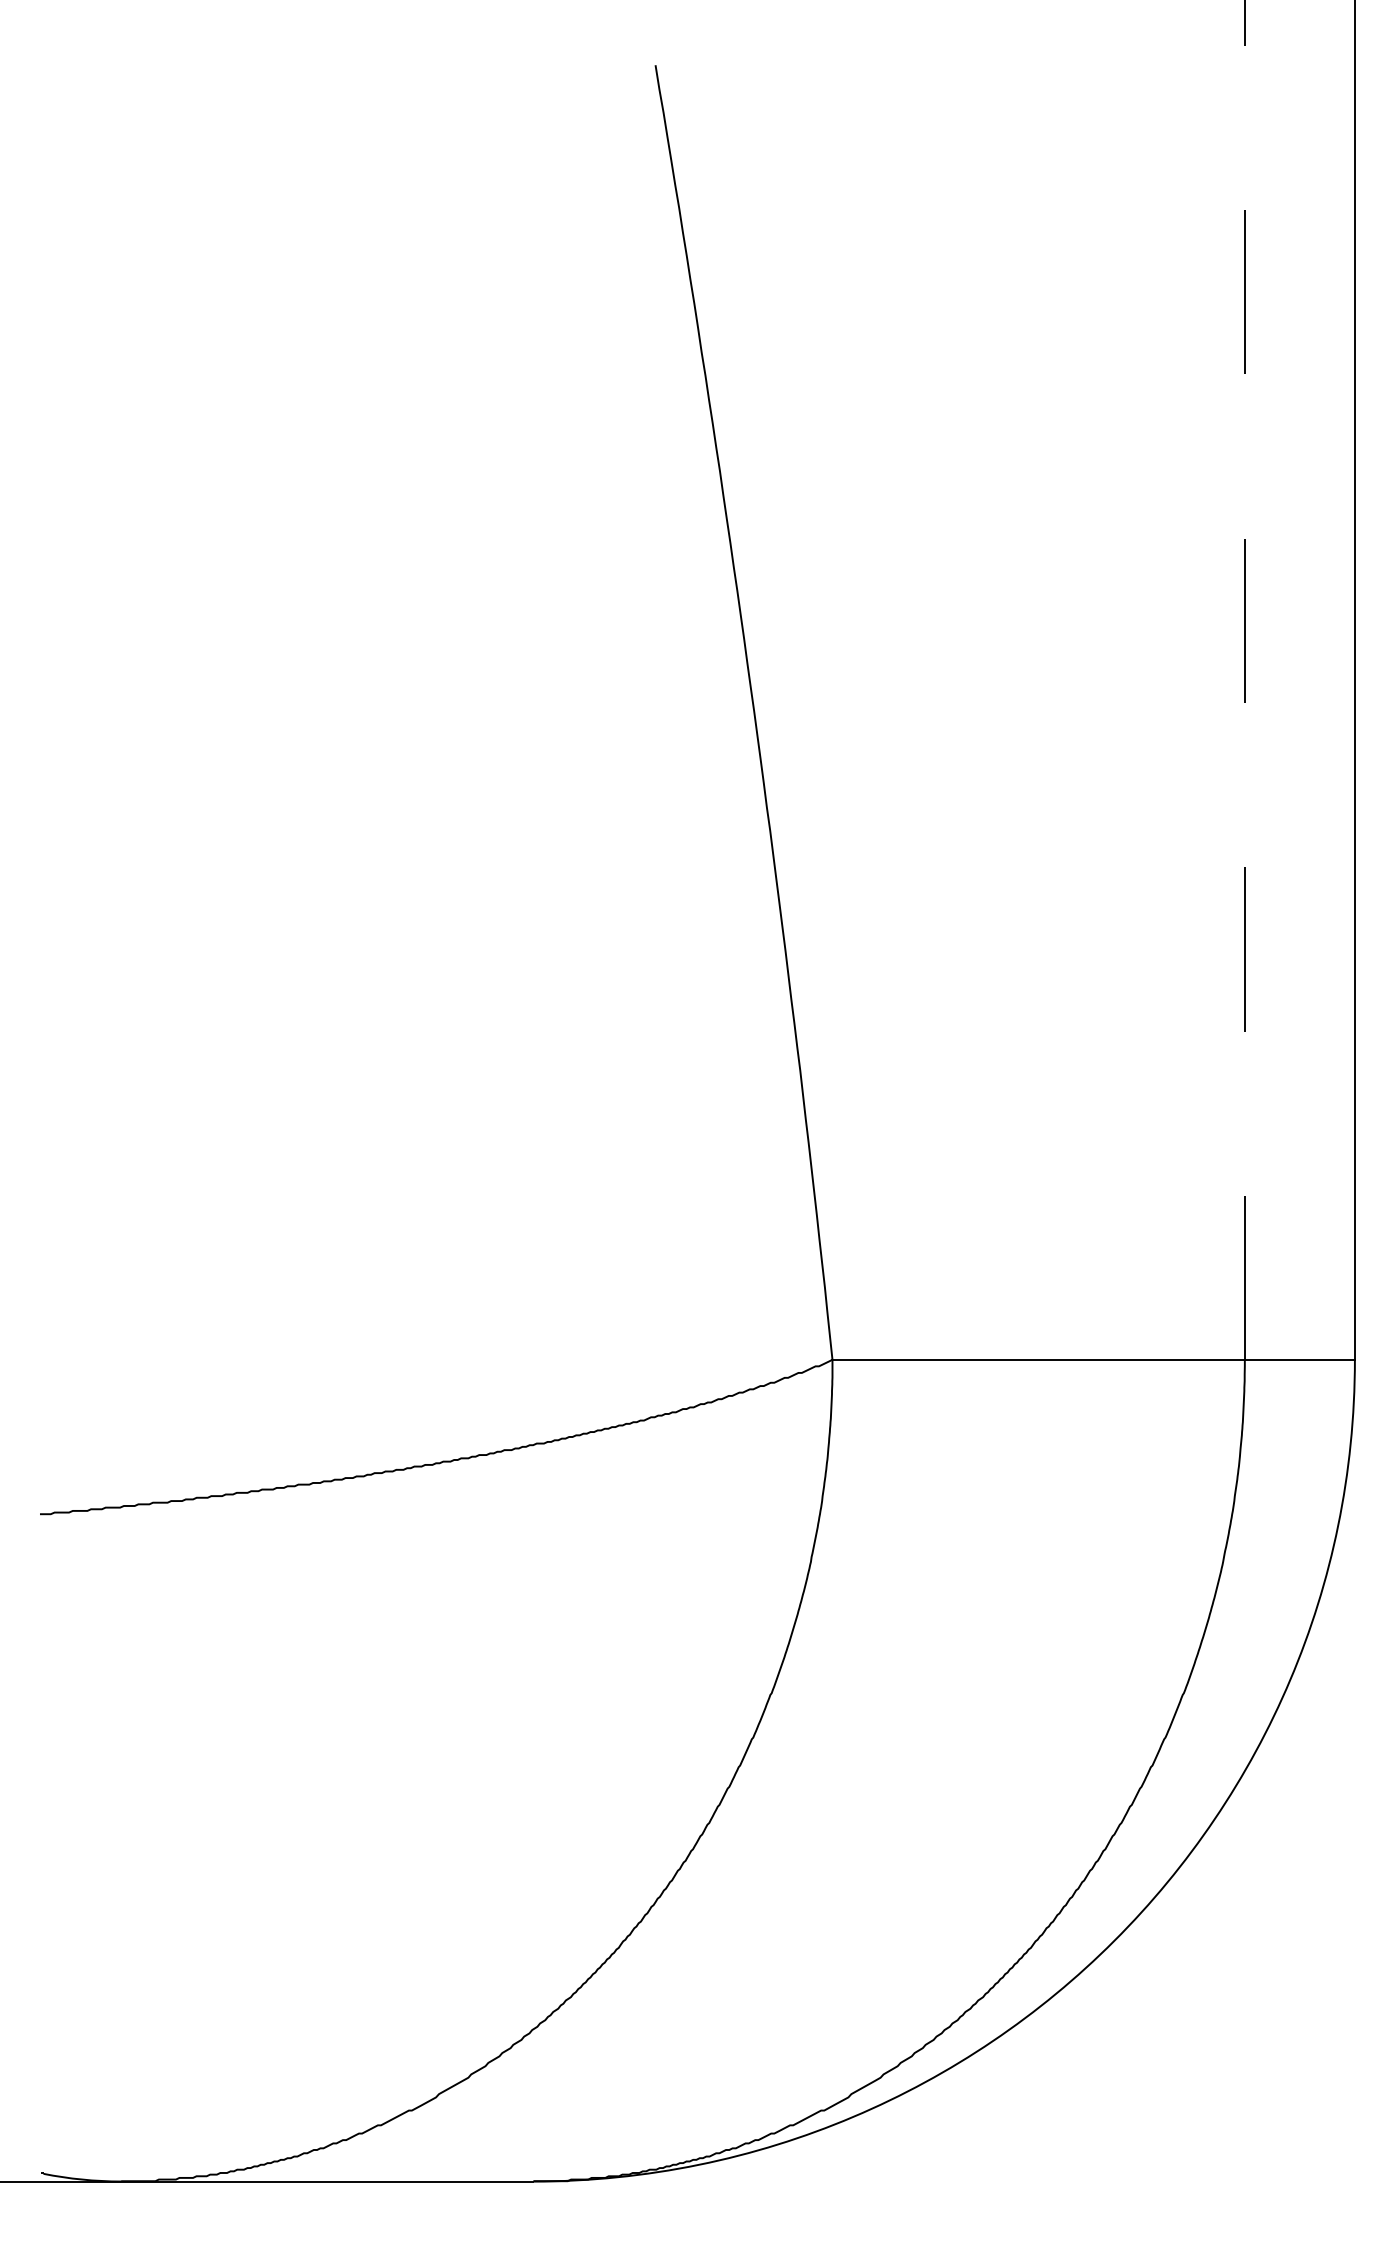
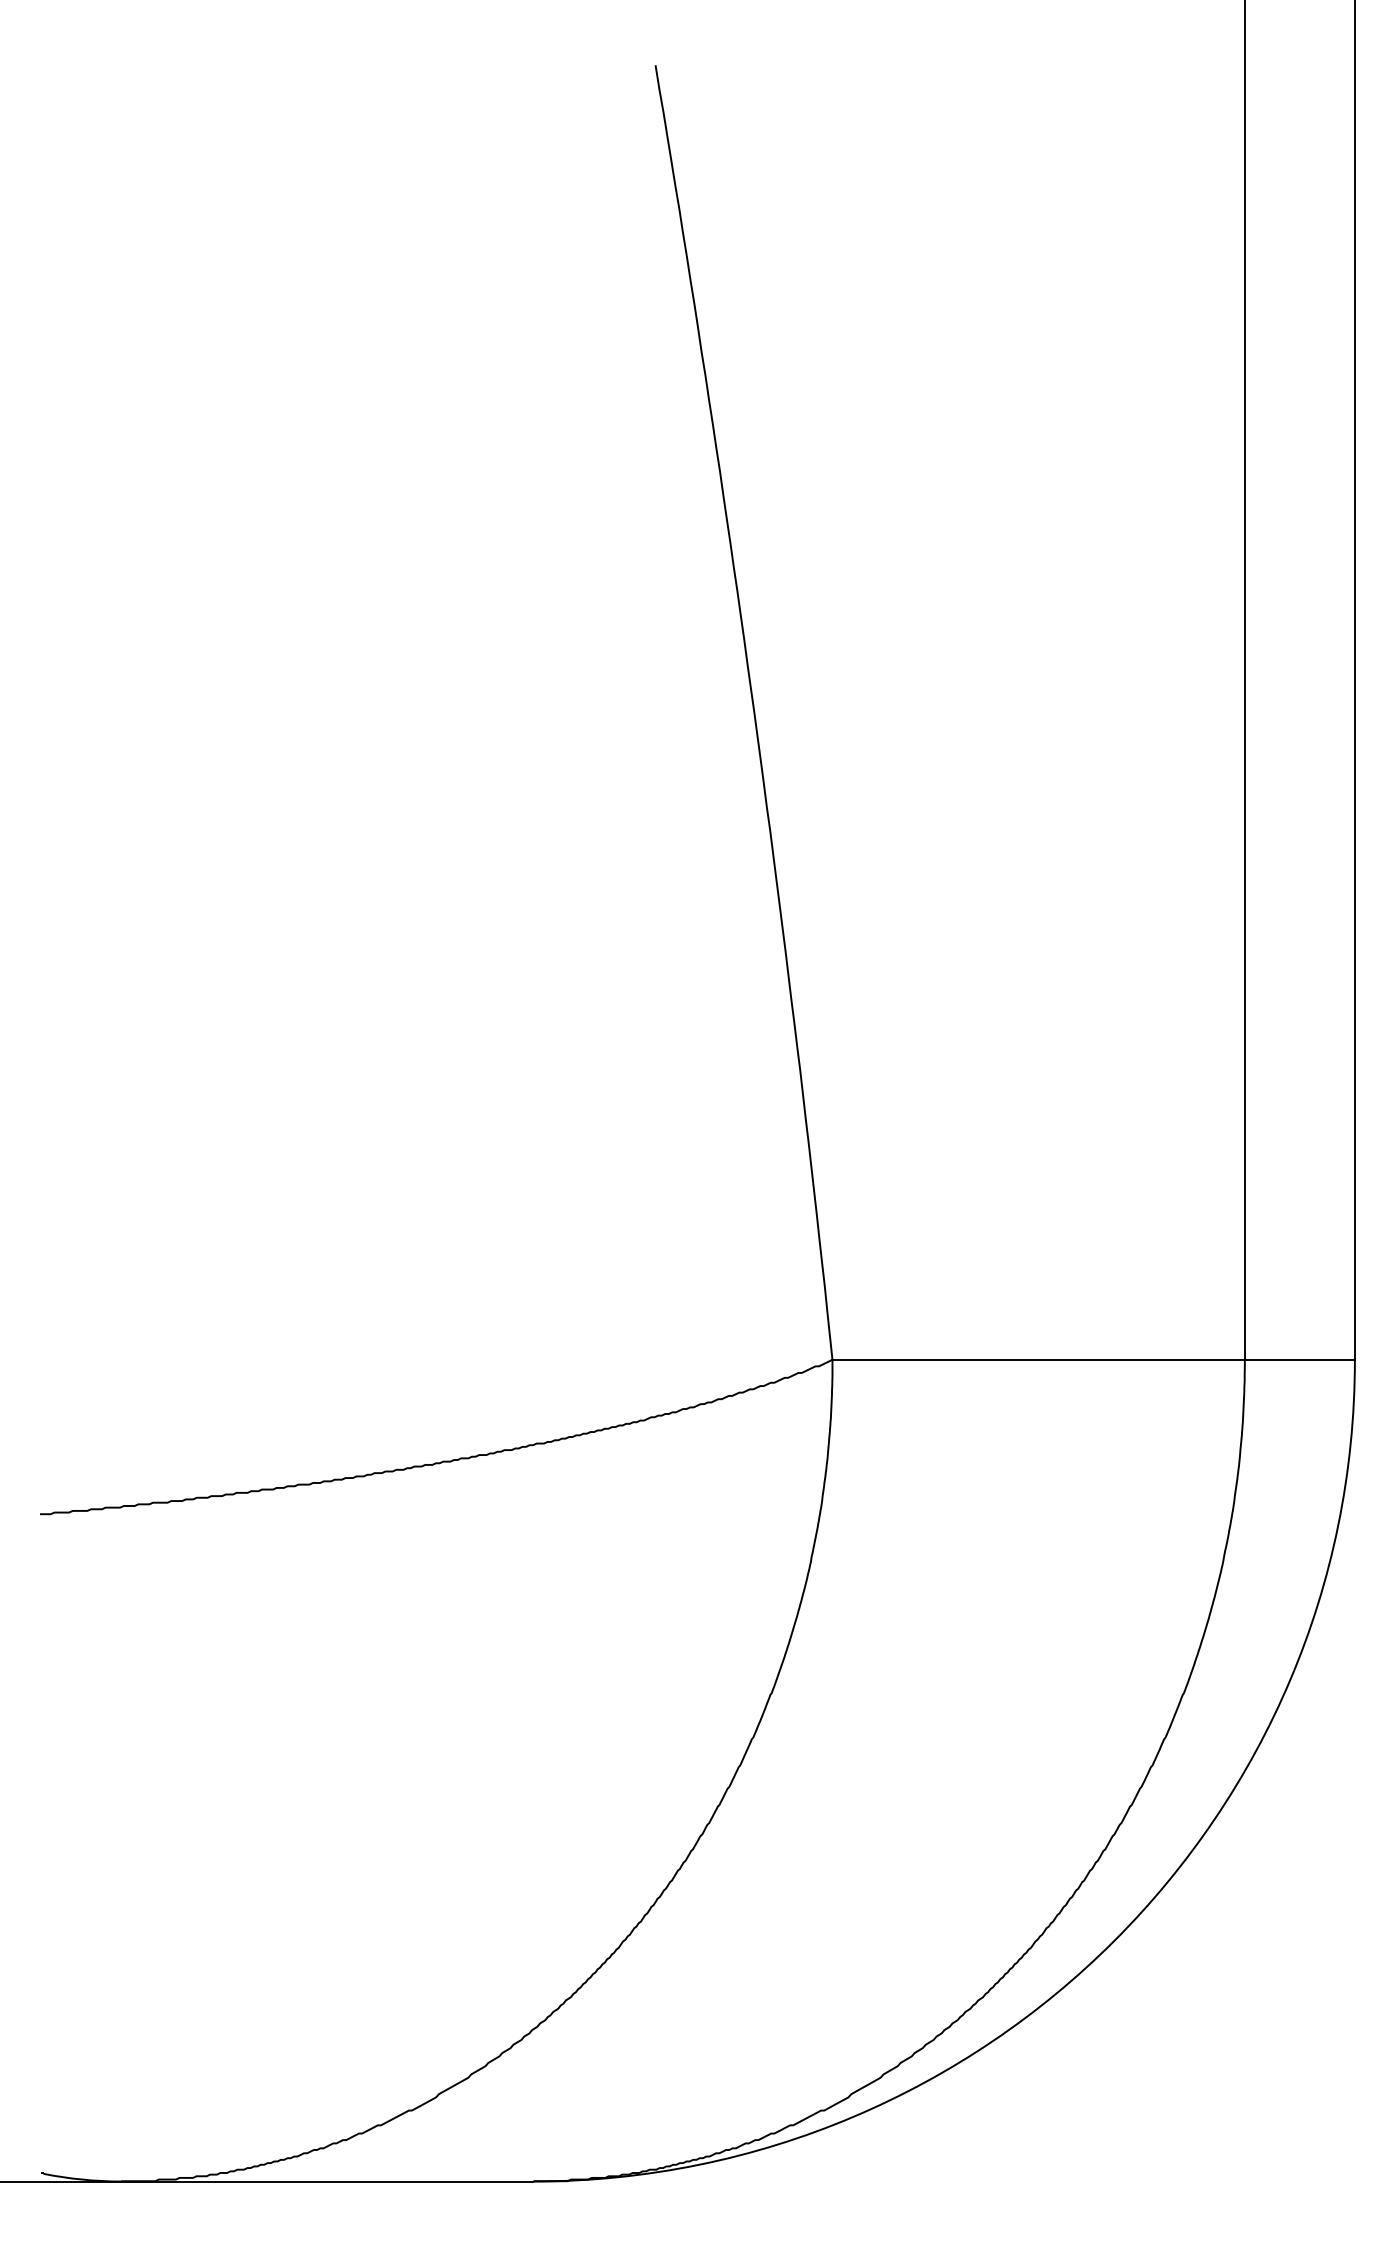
line at (1244, 680): dashed -> solid
